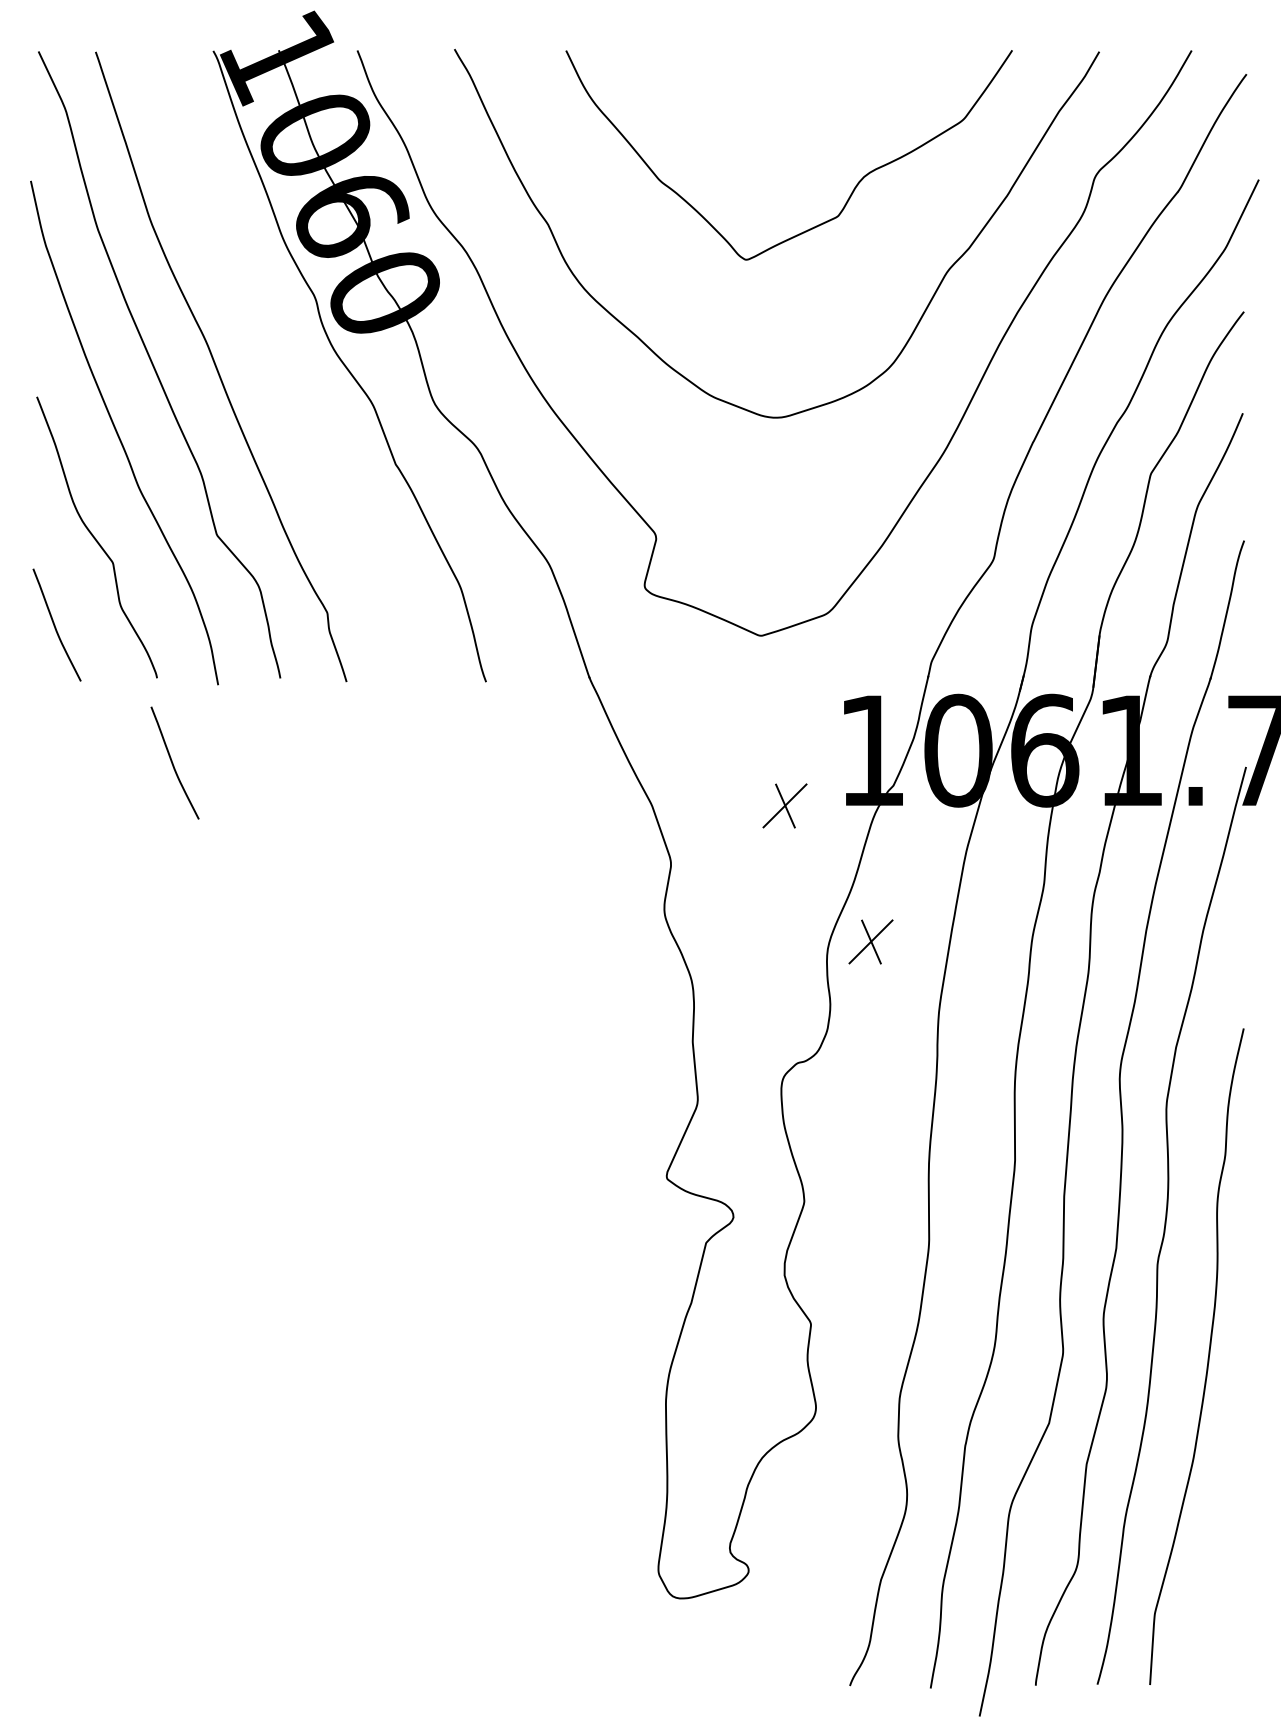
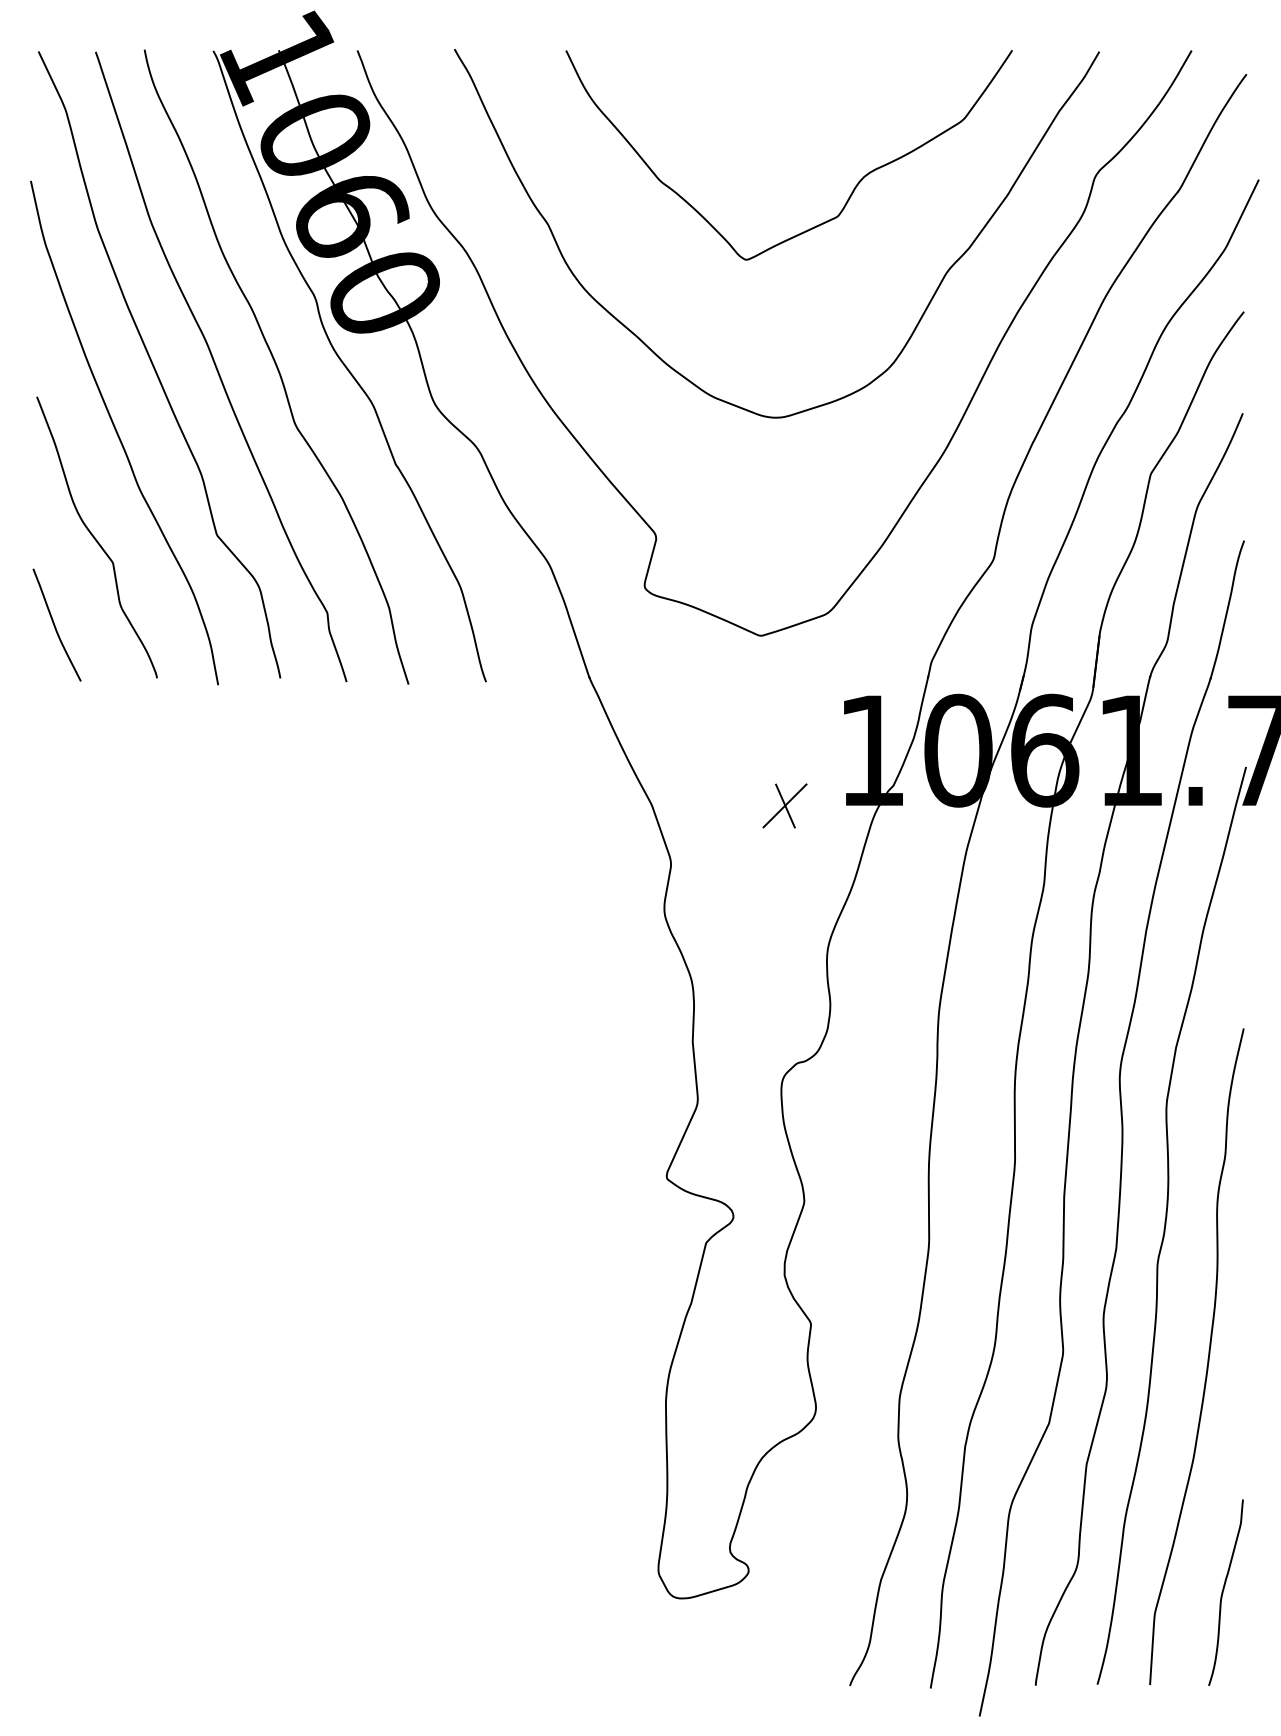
curve at (276, 366): none -> present
curve at (173, 762): present -> none
part at (870, 941): present -> none
curve at (1223, 1592): none -> present
